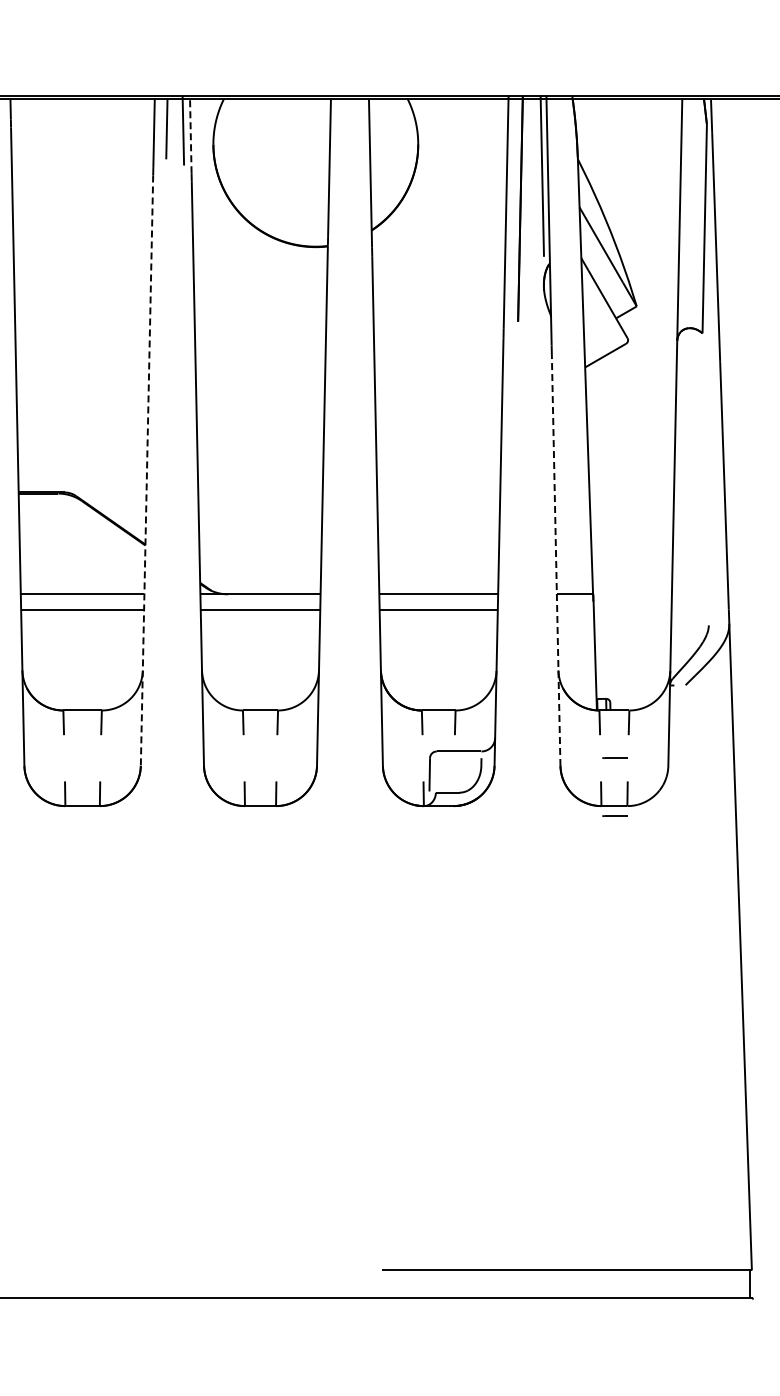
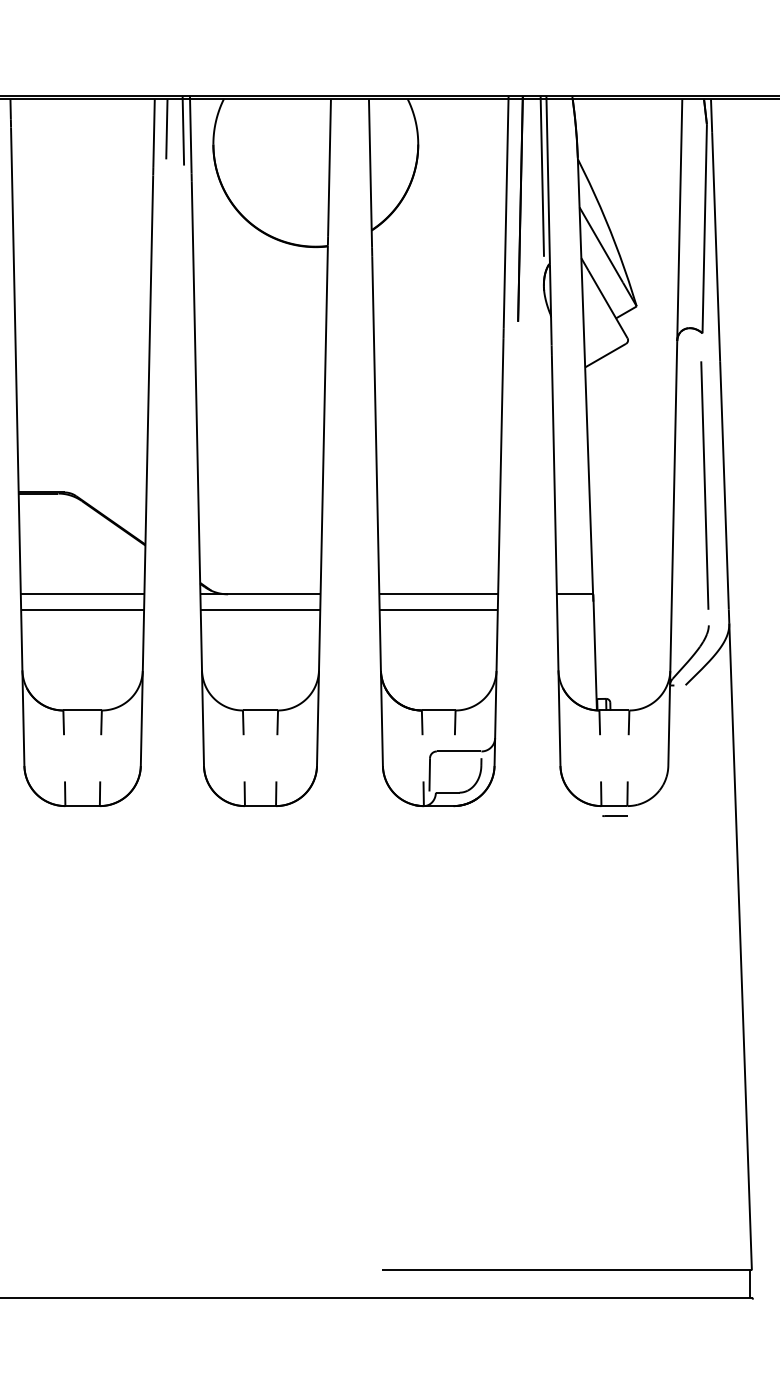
line at (190, 134): dashed -> solid
line at (147, 471): dashed -> solid
line at (704, 485): none -> present
line at (556, 560): dashed -> solid
line at (614, 757): present -> none
